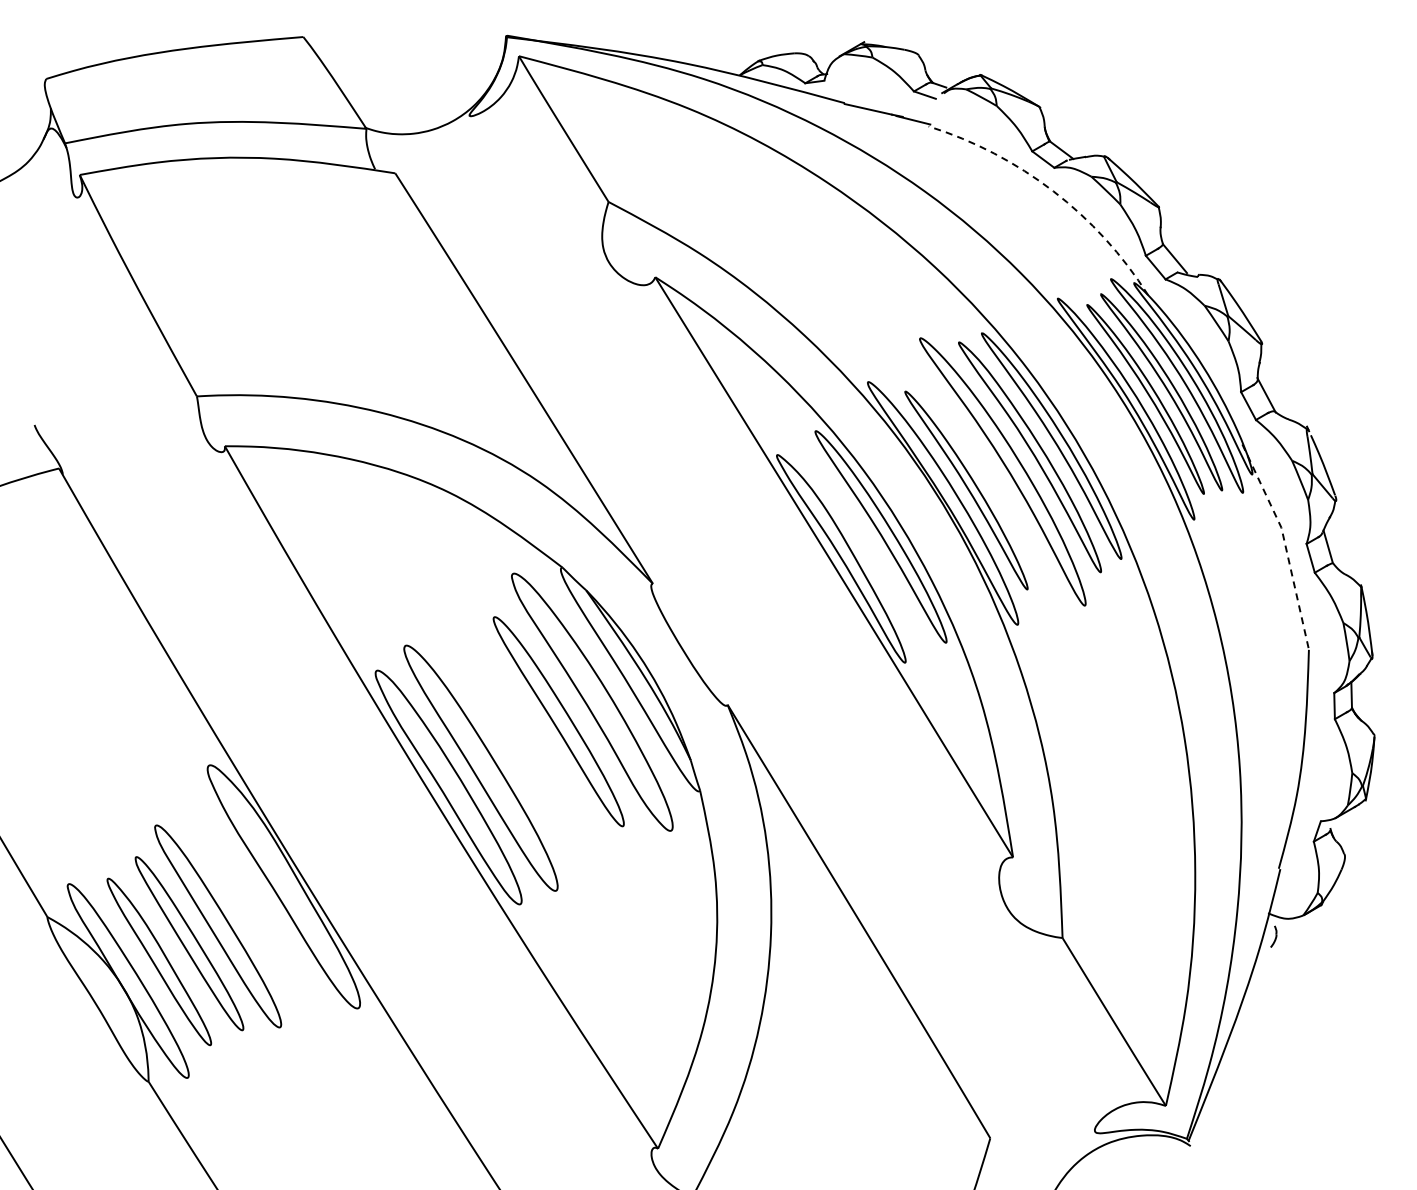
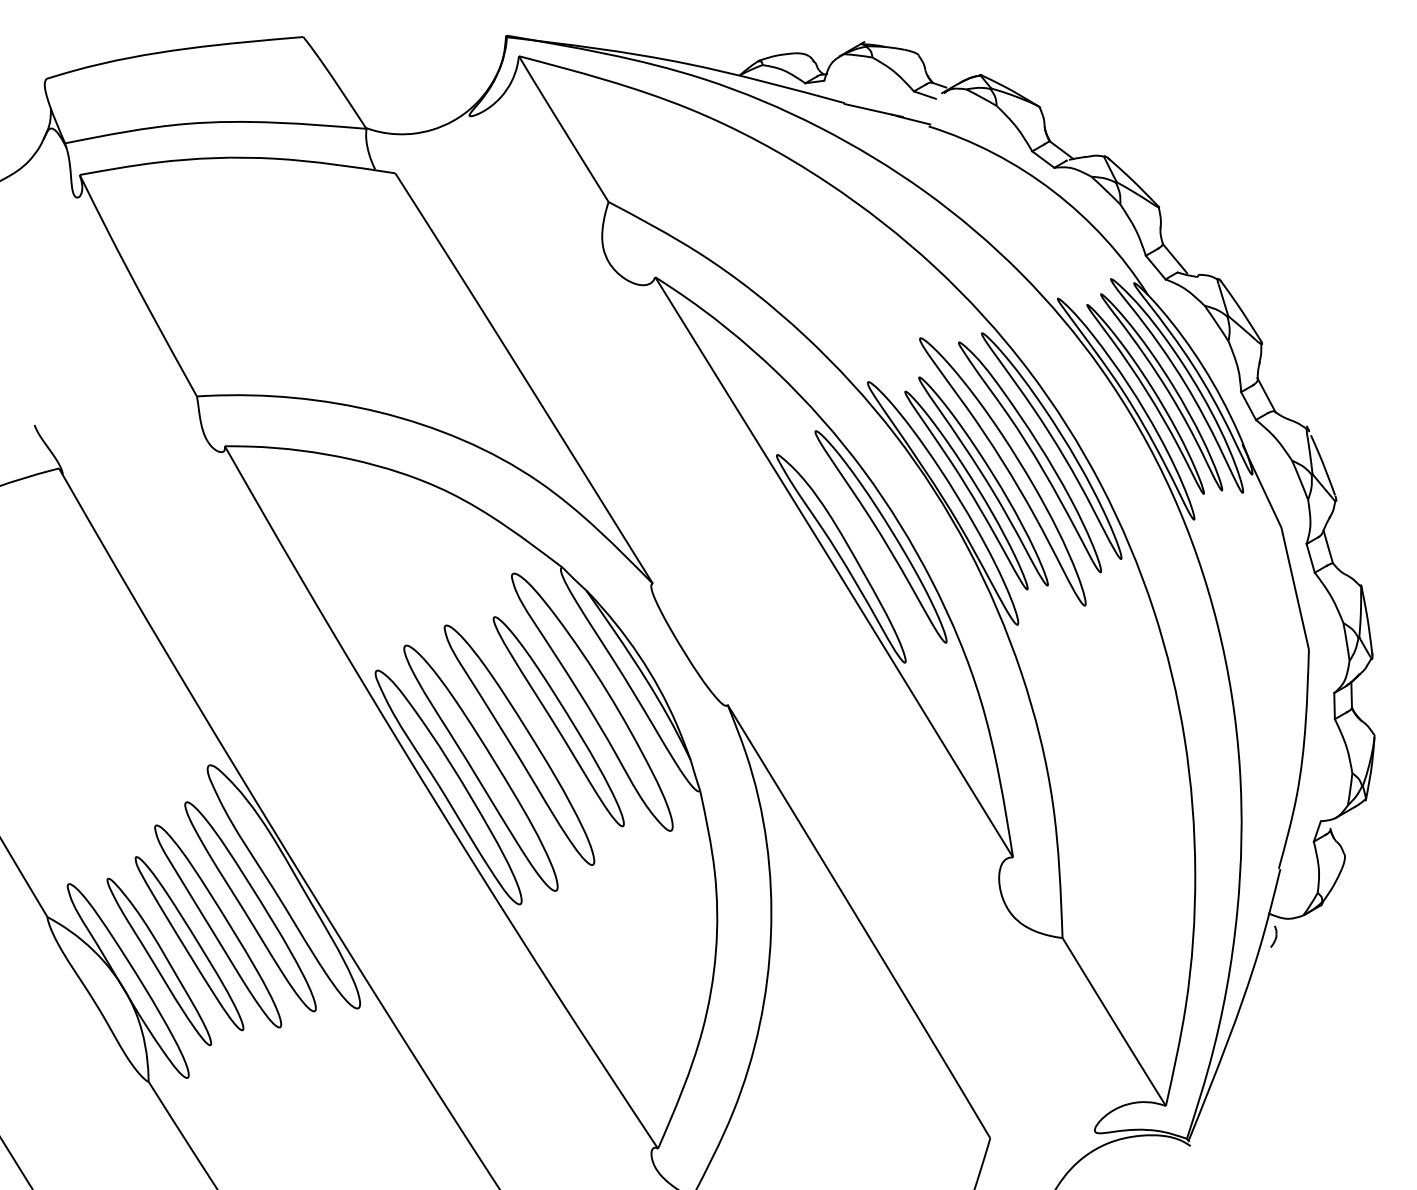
arc at (1053, 191): dashed -> solid
part at (983, 481): none -> present
line at (1285, 544): dashed -> solid
part at (519, 744): none -> present
part at (250, 906): none -> present
